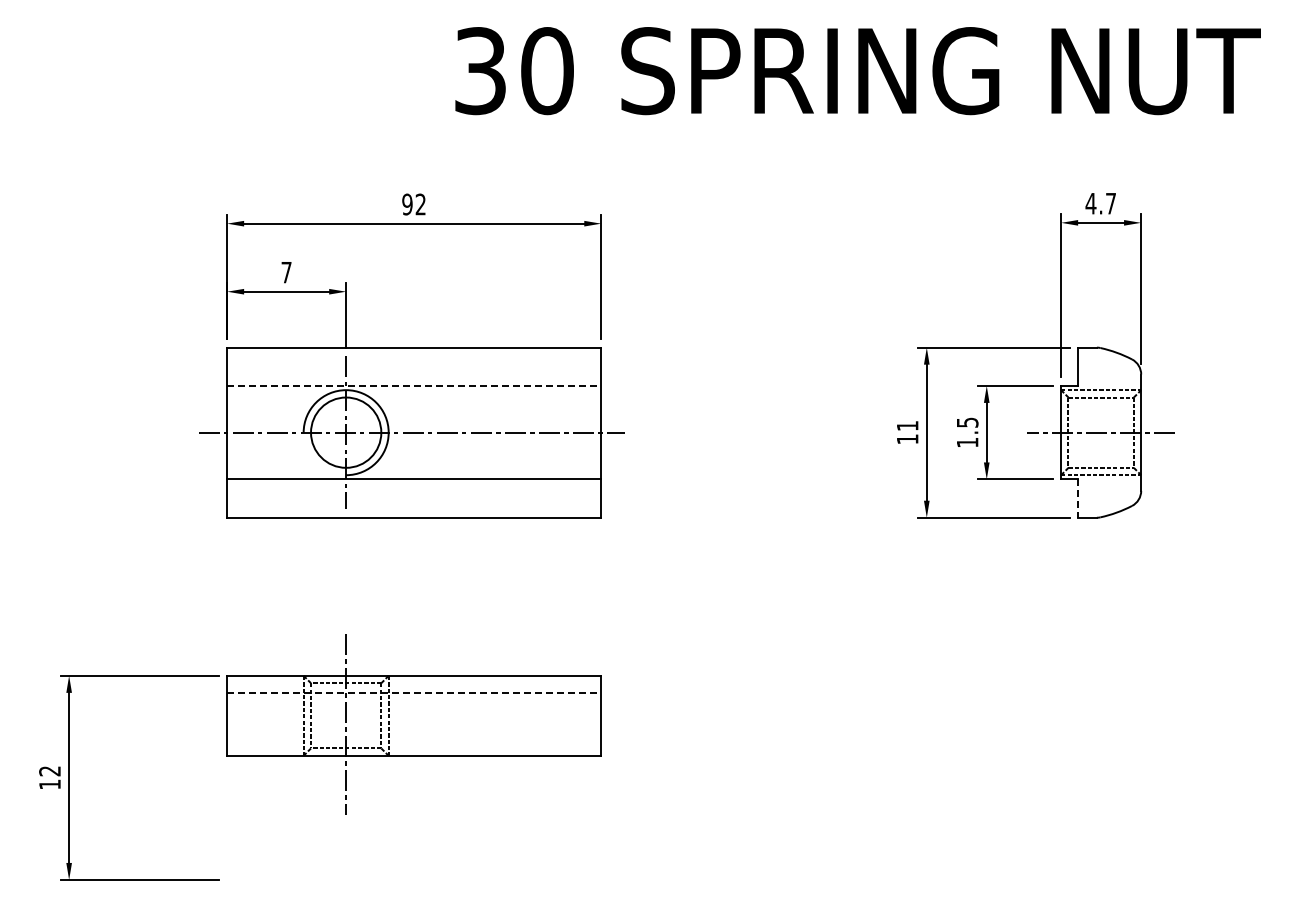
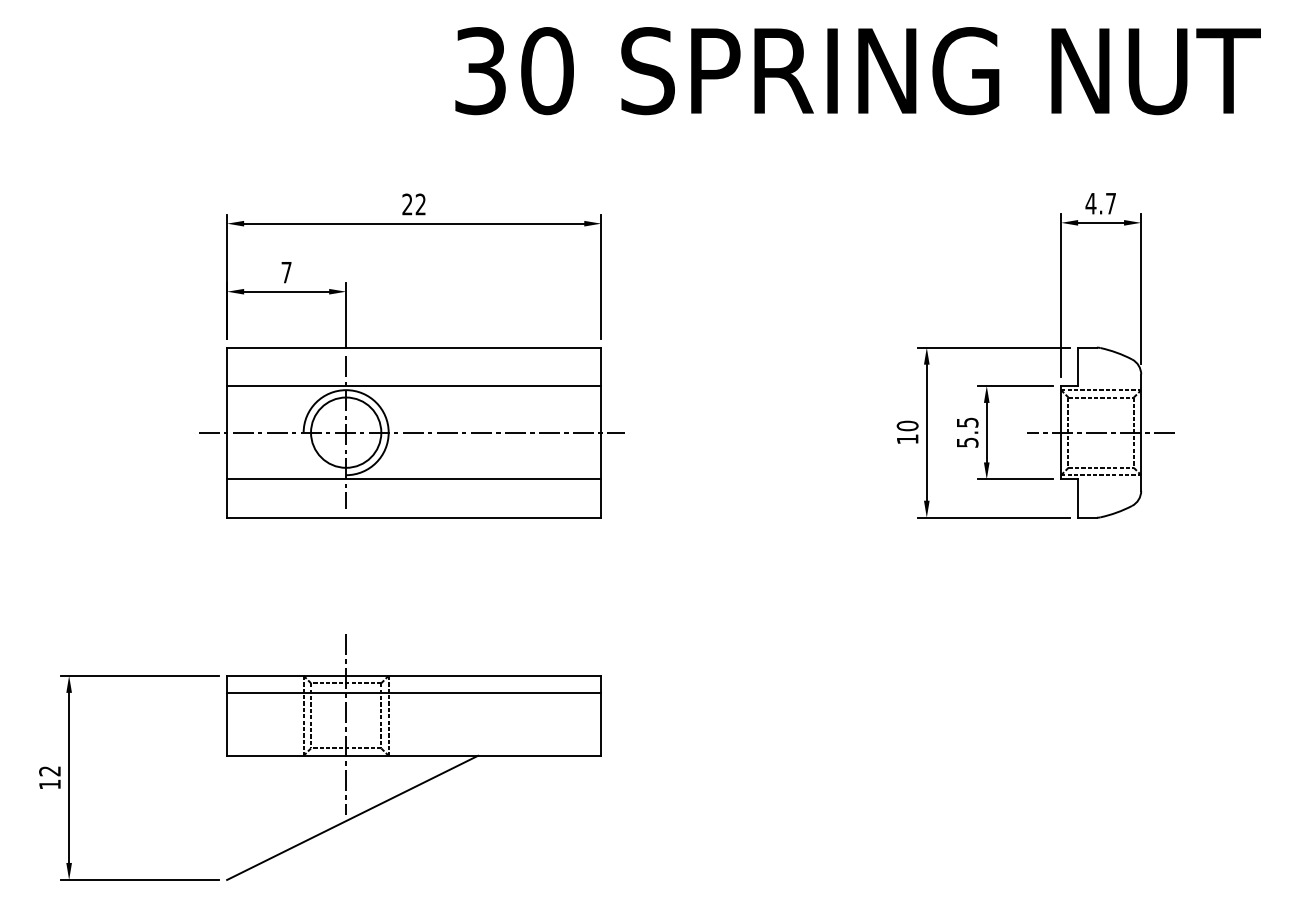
text at (407, 204): 92 -> 22
line at (414, 385): dashed -> solid
text at (907, 425): 11 -> 10
text at (967, 442): 1.5 -> 5.5
line at (1078, 499): dashed -> solid
line at (414, 692): dashed -> solid
line at (352, 817): none -> present
